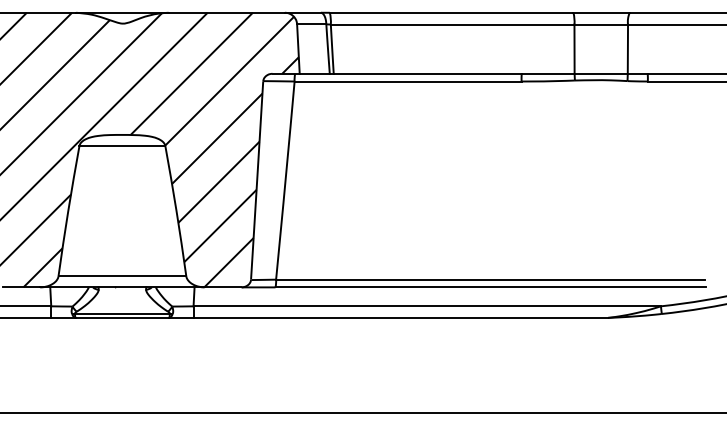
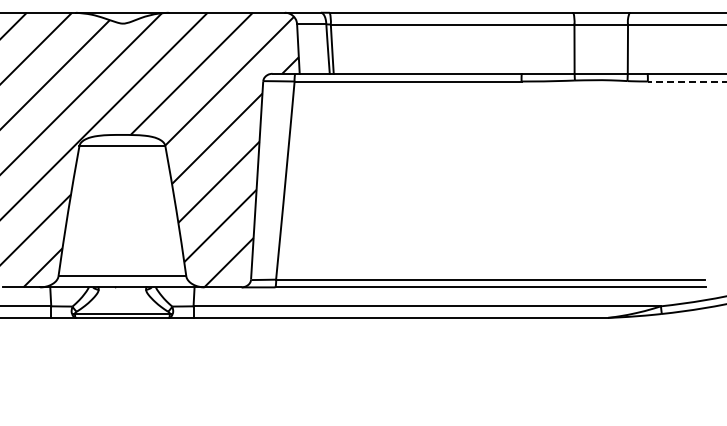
line at (686, 81): solid -> dashed
line at (362, 413): present -> none
